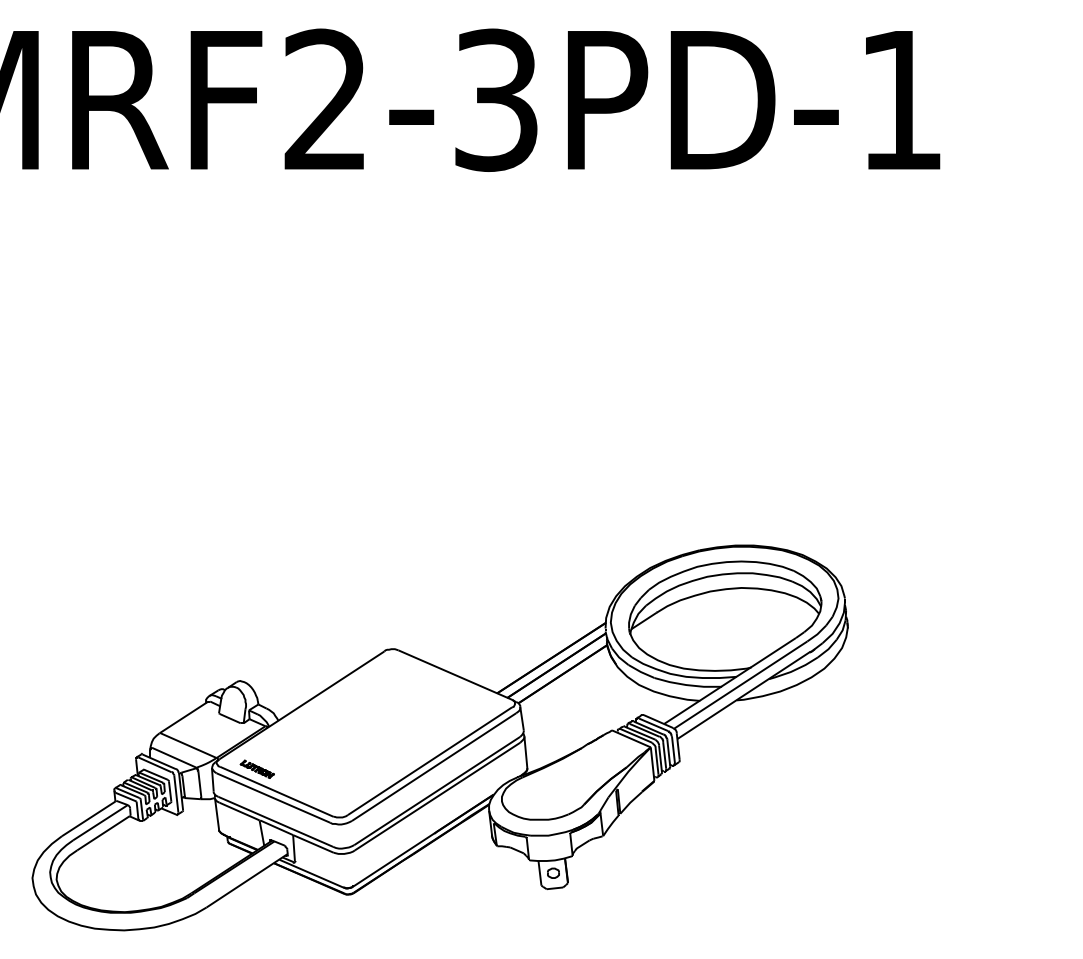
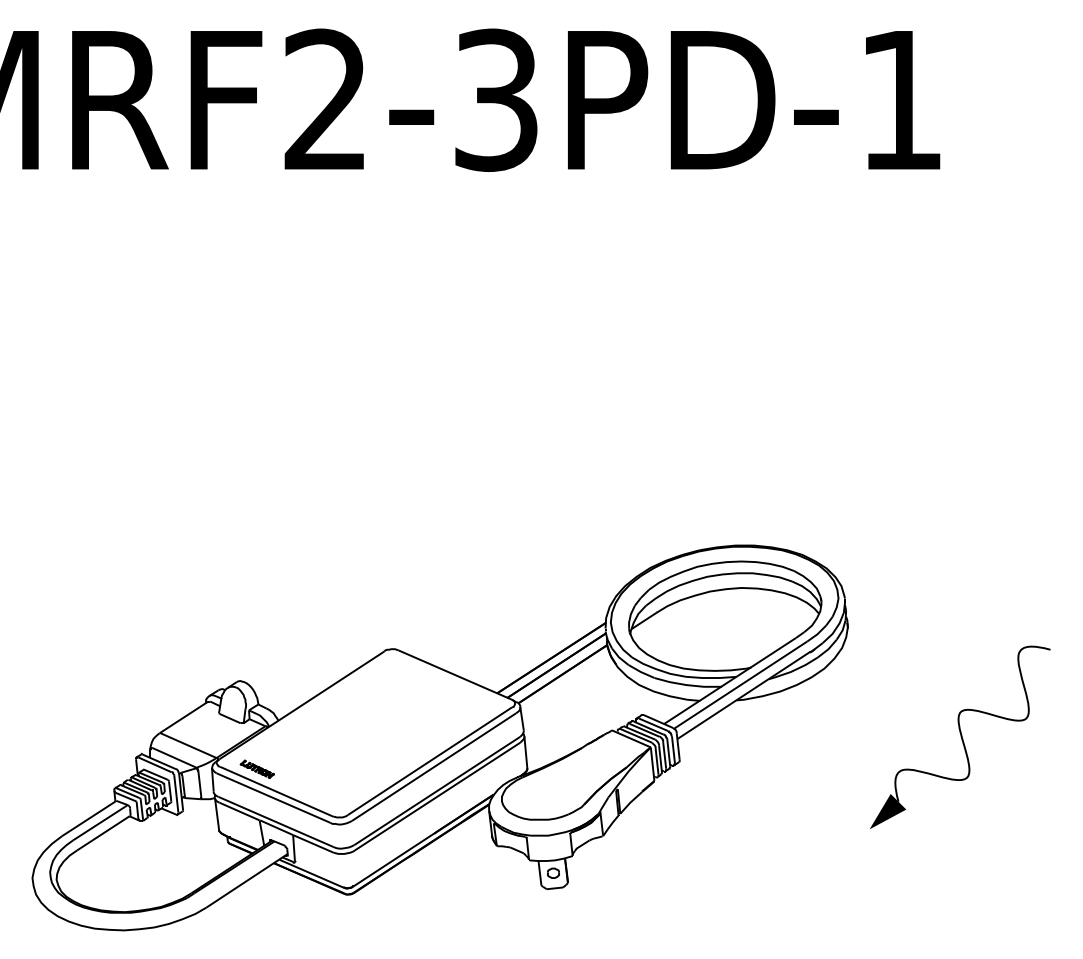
part at (960, 736): none -> present
